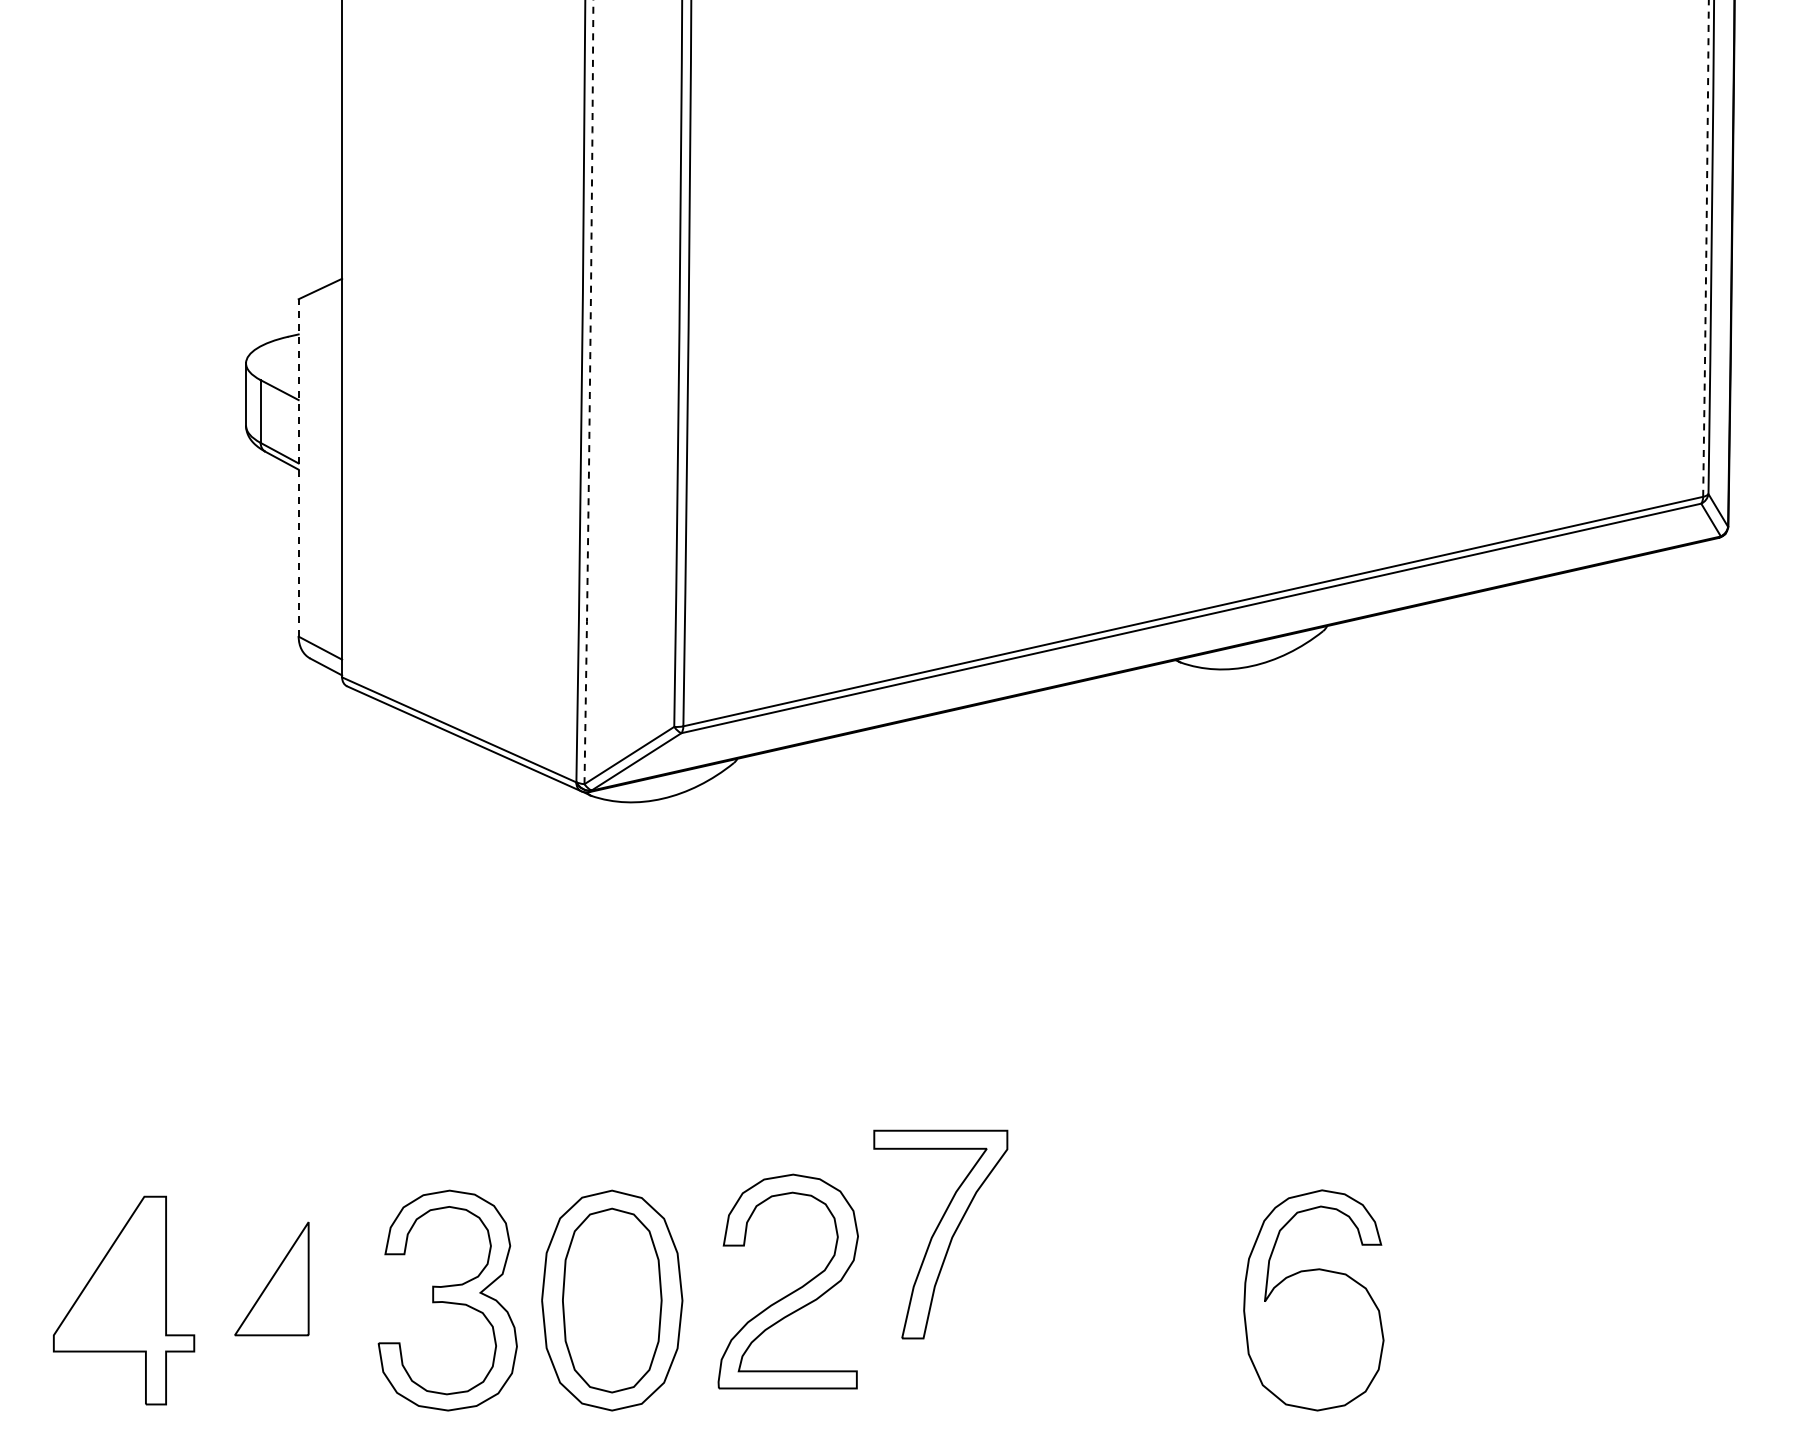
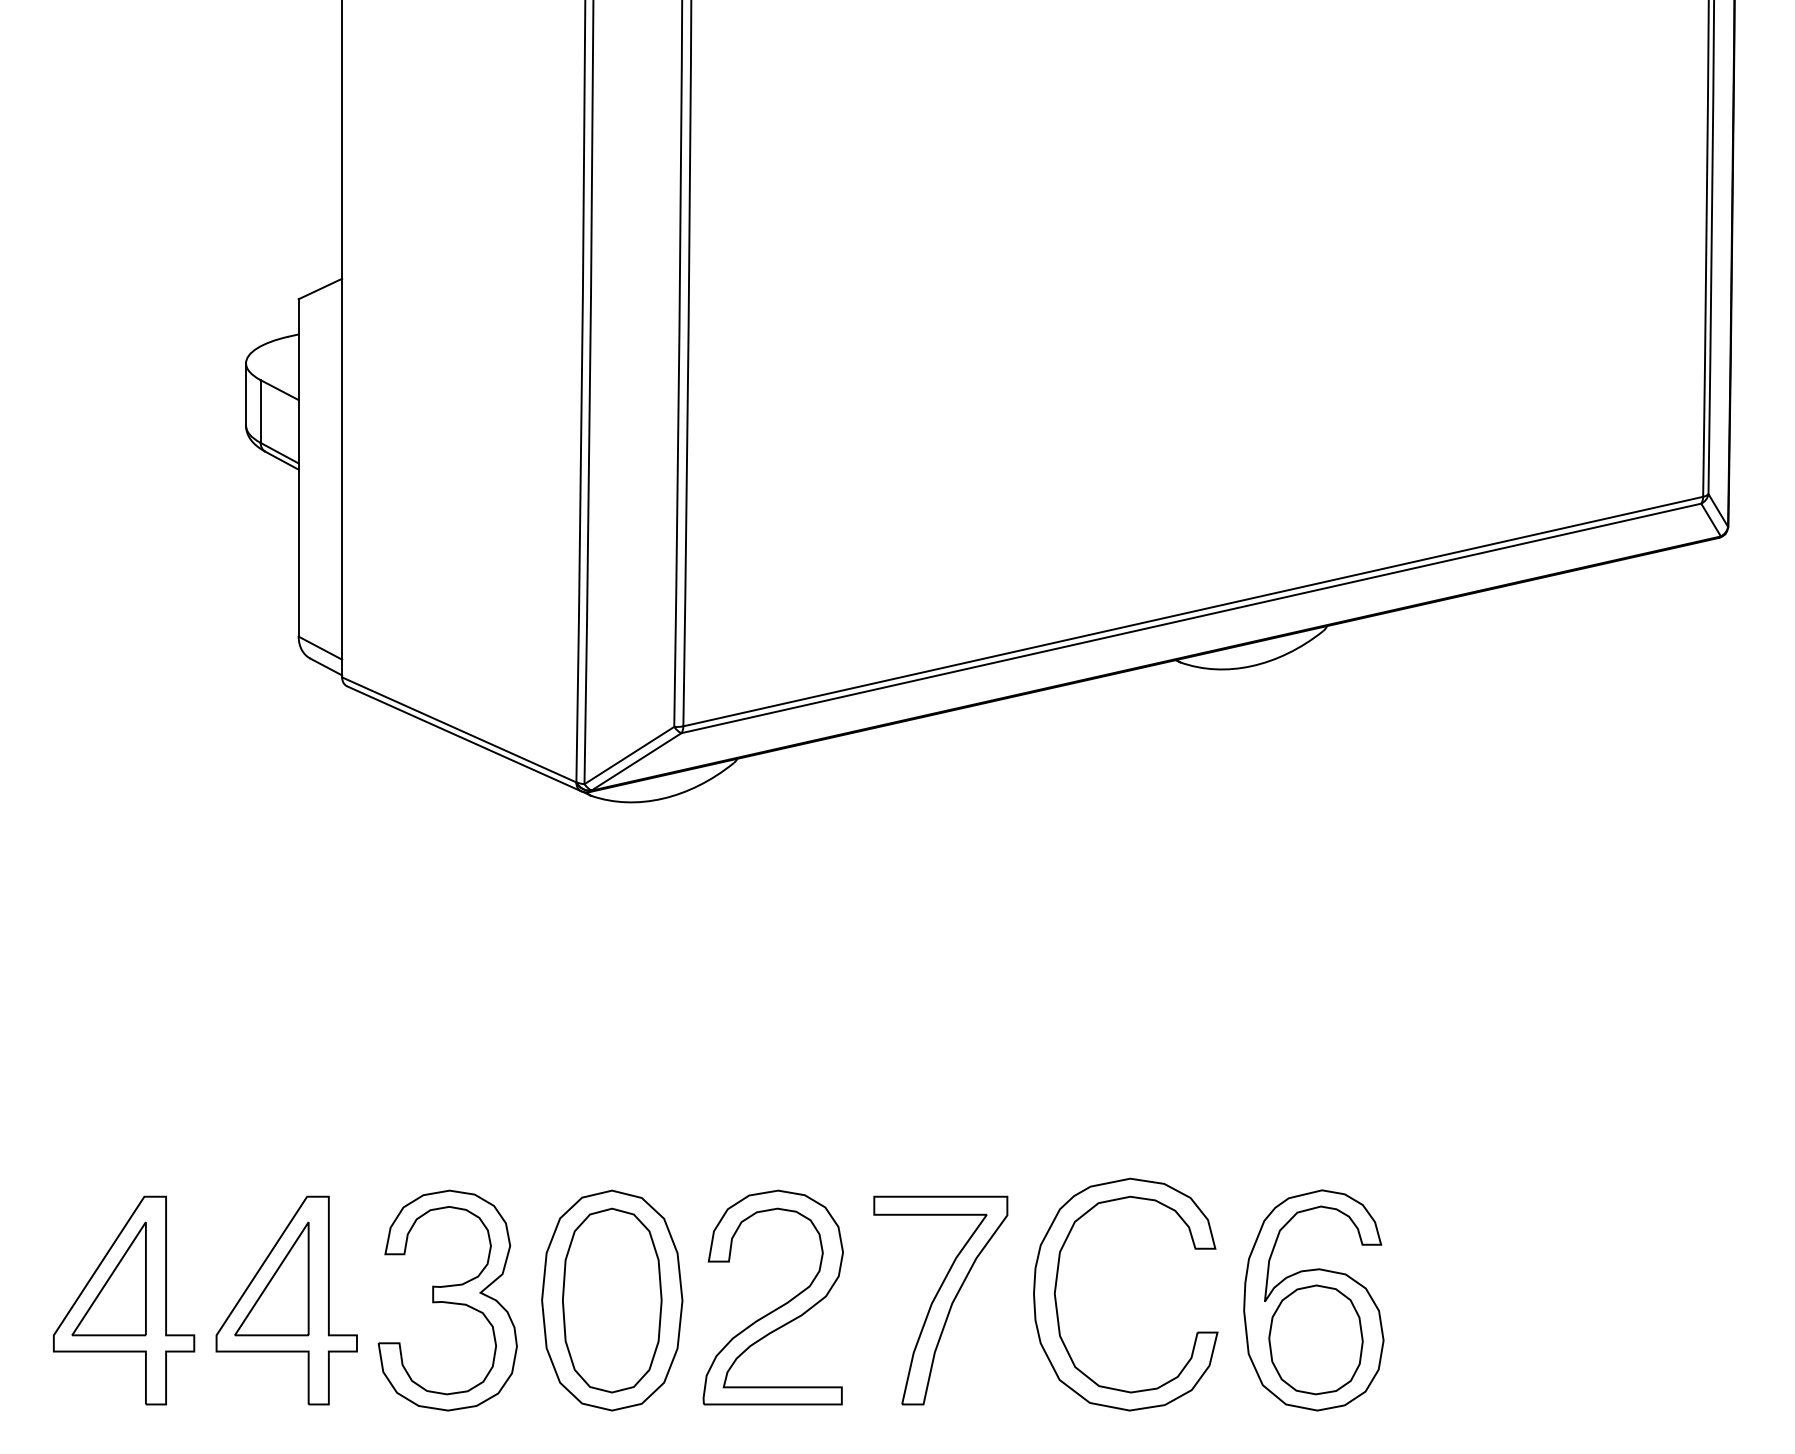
arc at (1706, 247): dashed -> solid
arc at (589, 392): dashed -> solid
line at (298, 467): dashed -> solid
part at (940, 1234) position: (940, 1234) -> (940, 1300)
part at (108, 1278): none -> present
part at (792, 1291) position: (792, 1291) -> (777, 1307)
part at (286, 1300): none -> present
part at (1057, 1305): none -> present
part at (1315, 1339): none -> present
